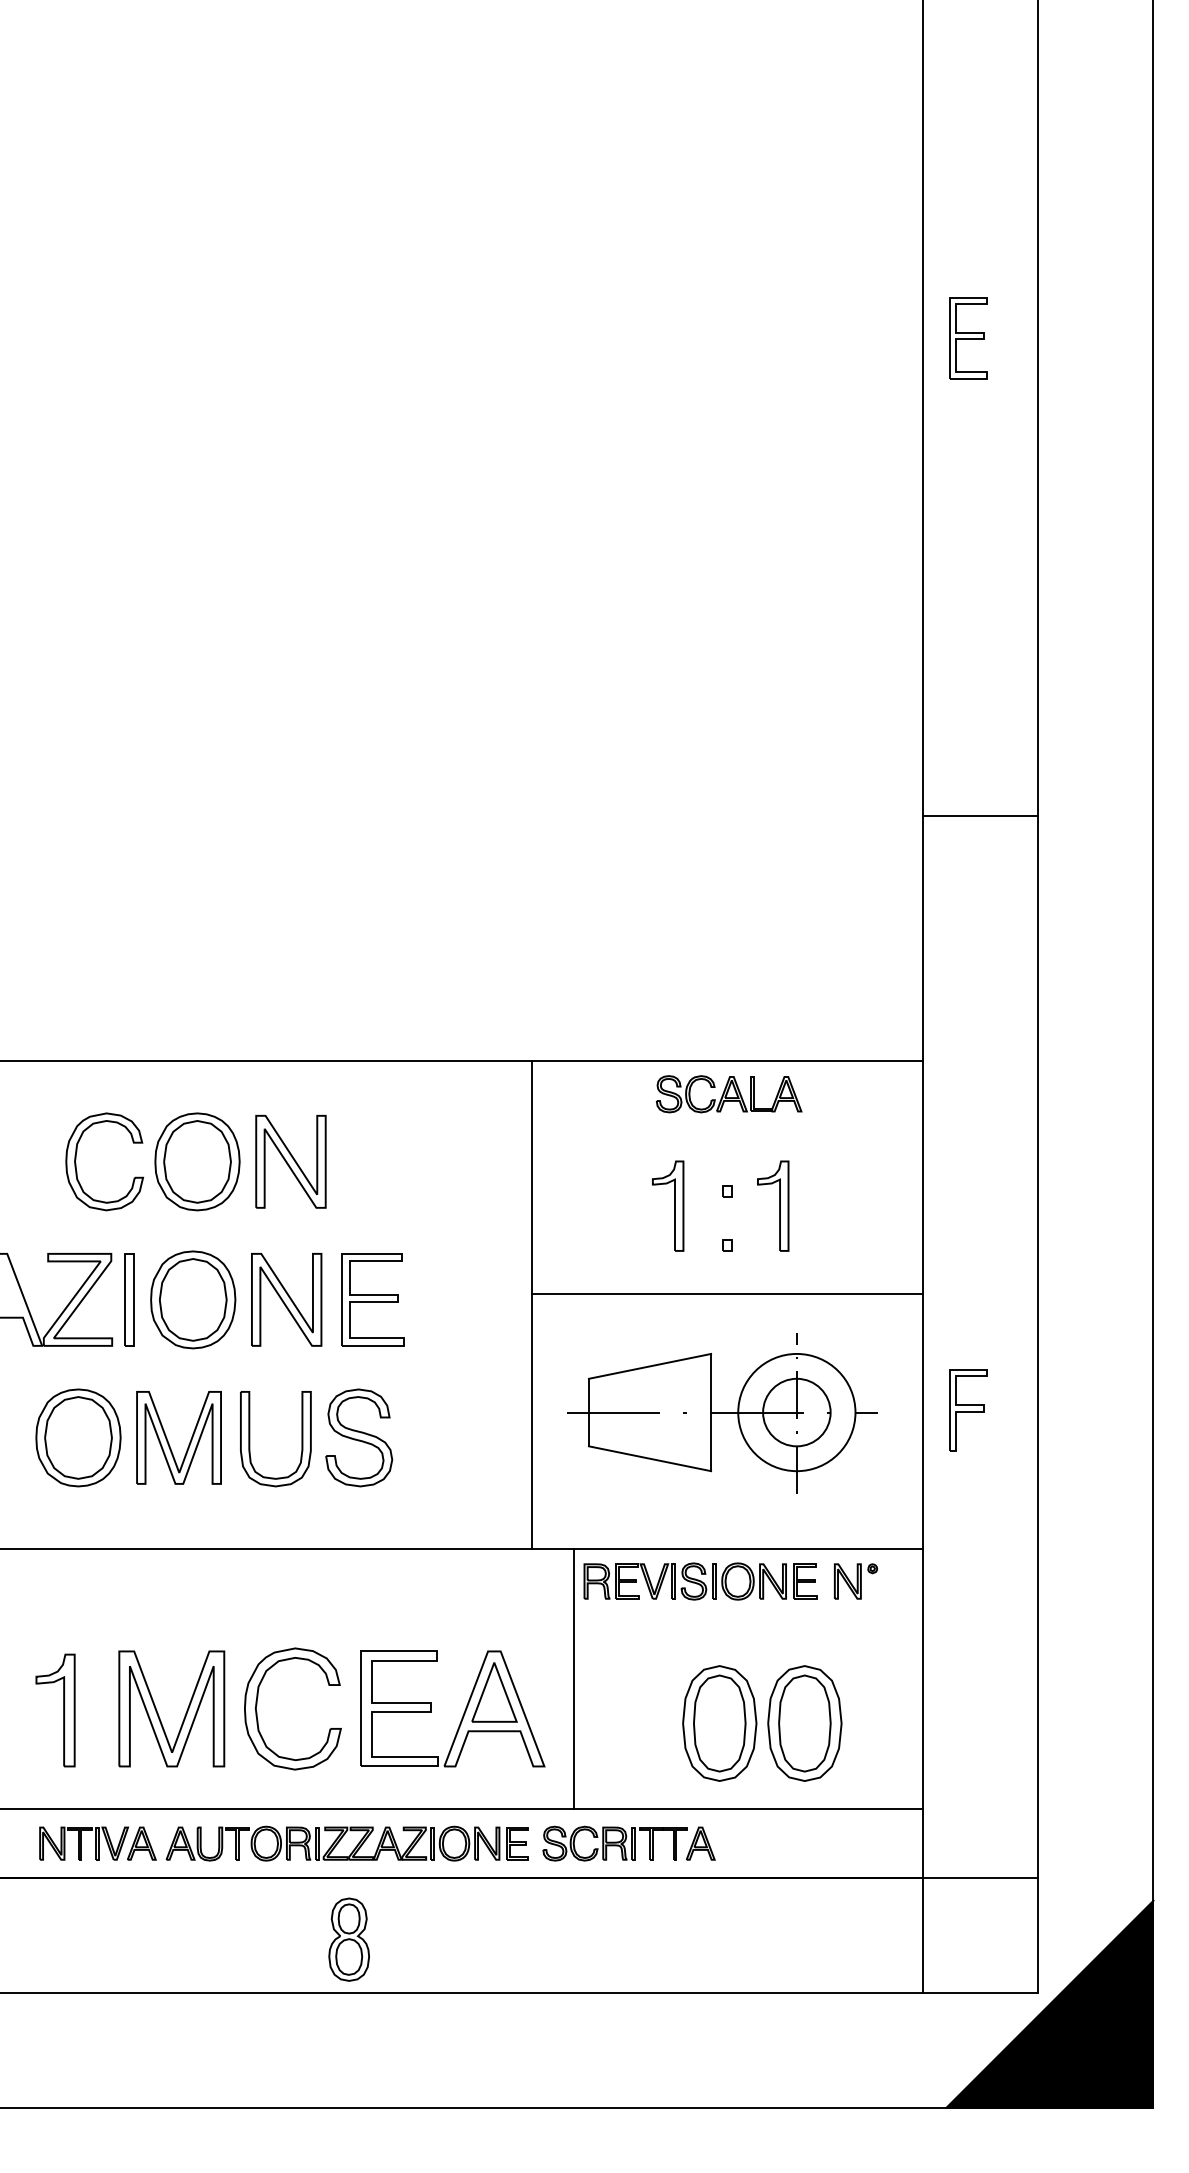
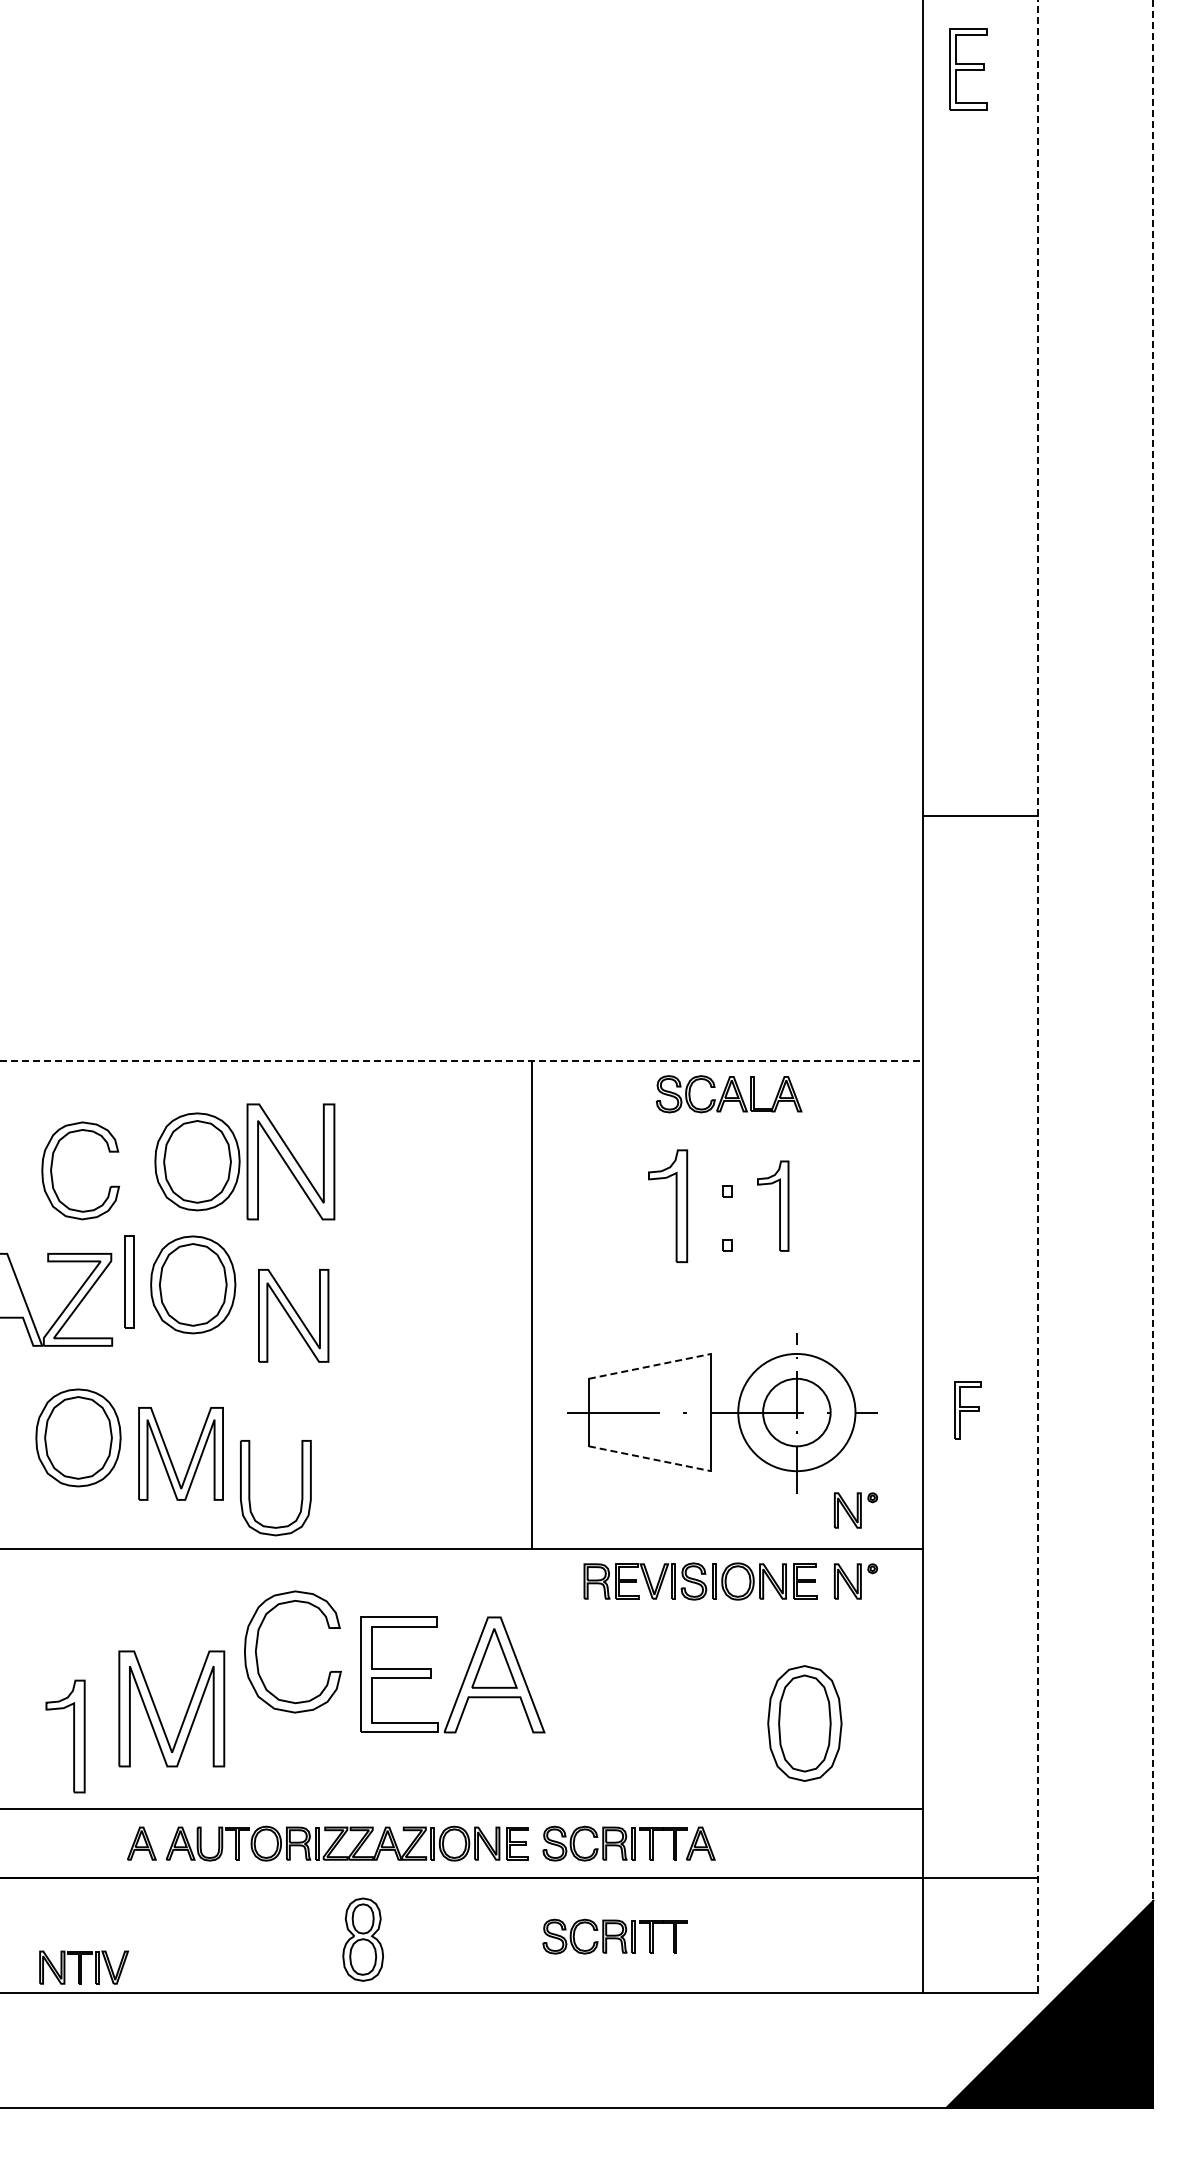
part at (968, 338) position: (968, 338) -> (968, 69)
line at (1038, 996): solid -> dashed
line at (1153, 1054): solid -> dashed
line at (462, 1061): solid -> dashed
part at (76, 1159) position: (76, 1159) -> (52, 1168)
part at (290, 1161) size: 72x95 px -> 90x118 px
part at (668, 1205) size: 33x92 px -> 41x114 px
line at (727, 1293): present -> none
part at (129, 1299) position: (129, 1299) -> (129, 1281)
part at (193, 1299) position: (193, 1299) -> (193, 1284)
part at (286, 1299) position: (286, 1299) -> (293, 1315)
part at (372, 1299): present -> none
line at (650, 1366): solid -> dashed
part at (968, 1410) size: 39x83 px -> 28x59 px
part at (359, 1437): present -> none
part at (250, 1439) position: (250, 1439) -> (250, 1488)
part at (168, 1440) position: (168, 1440) -> (170, 1456)
line at (650, 1458): solid -> dashed
part at (856, 1510): none -> present
line at (573, 1678): present -> none
part at (257, 1705) position: (257, 1705) -> (257, 1648)
part at (63, 1710) position: (63, 1710) -> (73, 1736)
part at (463, 1712) position: (463, 1712) -> (463, 1678)
part at (719, 1723): present -> none
part at (83, 1843) position: (83, 1843) -> (83, 1967)
part at (614, 1936): none -> present
part at (348, 1939) position: (348, 1939) -> (362, 1939)
